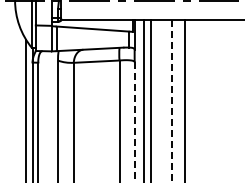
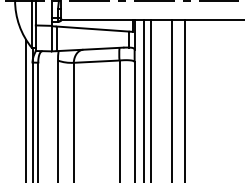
line at (171, 101): dashed -> solid
line at (134, 123): dashed -> solid
